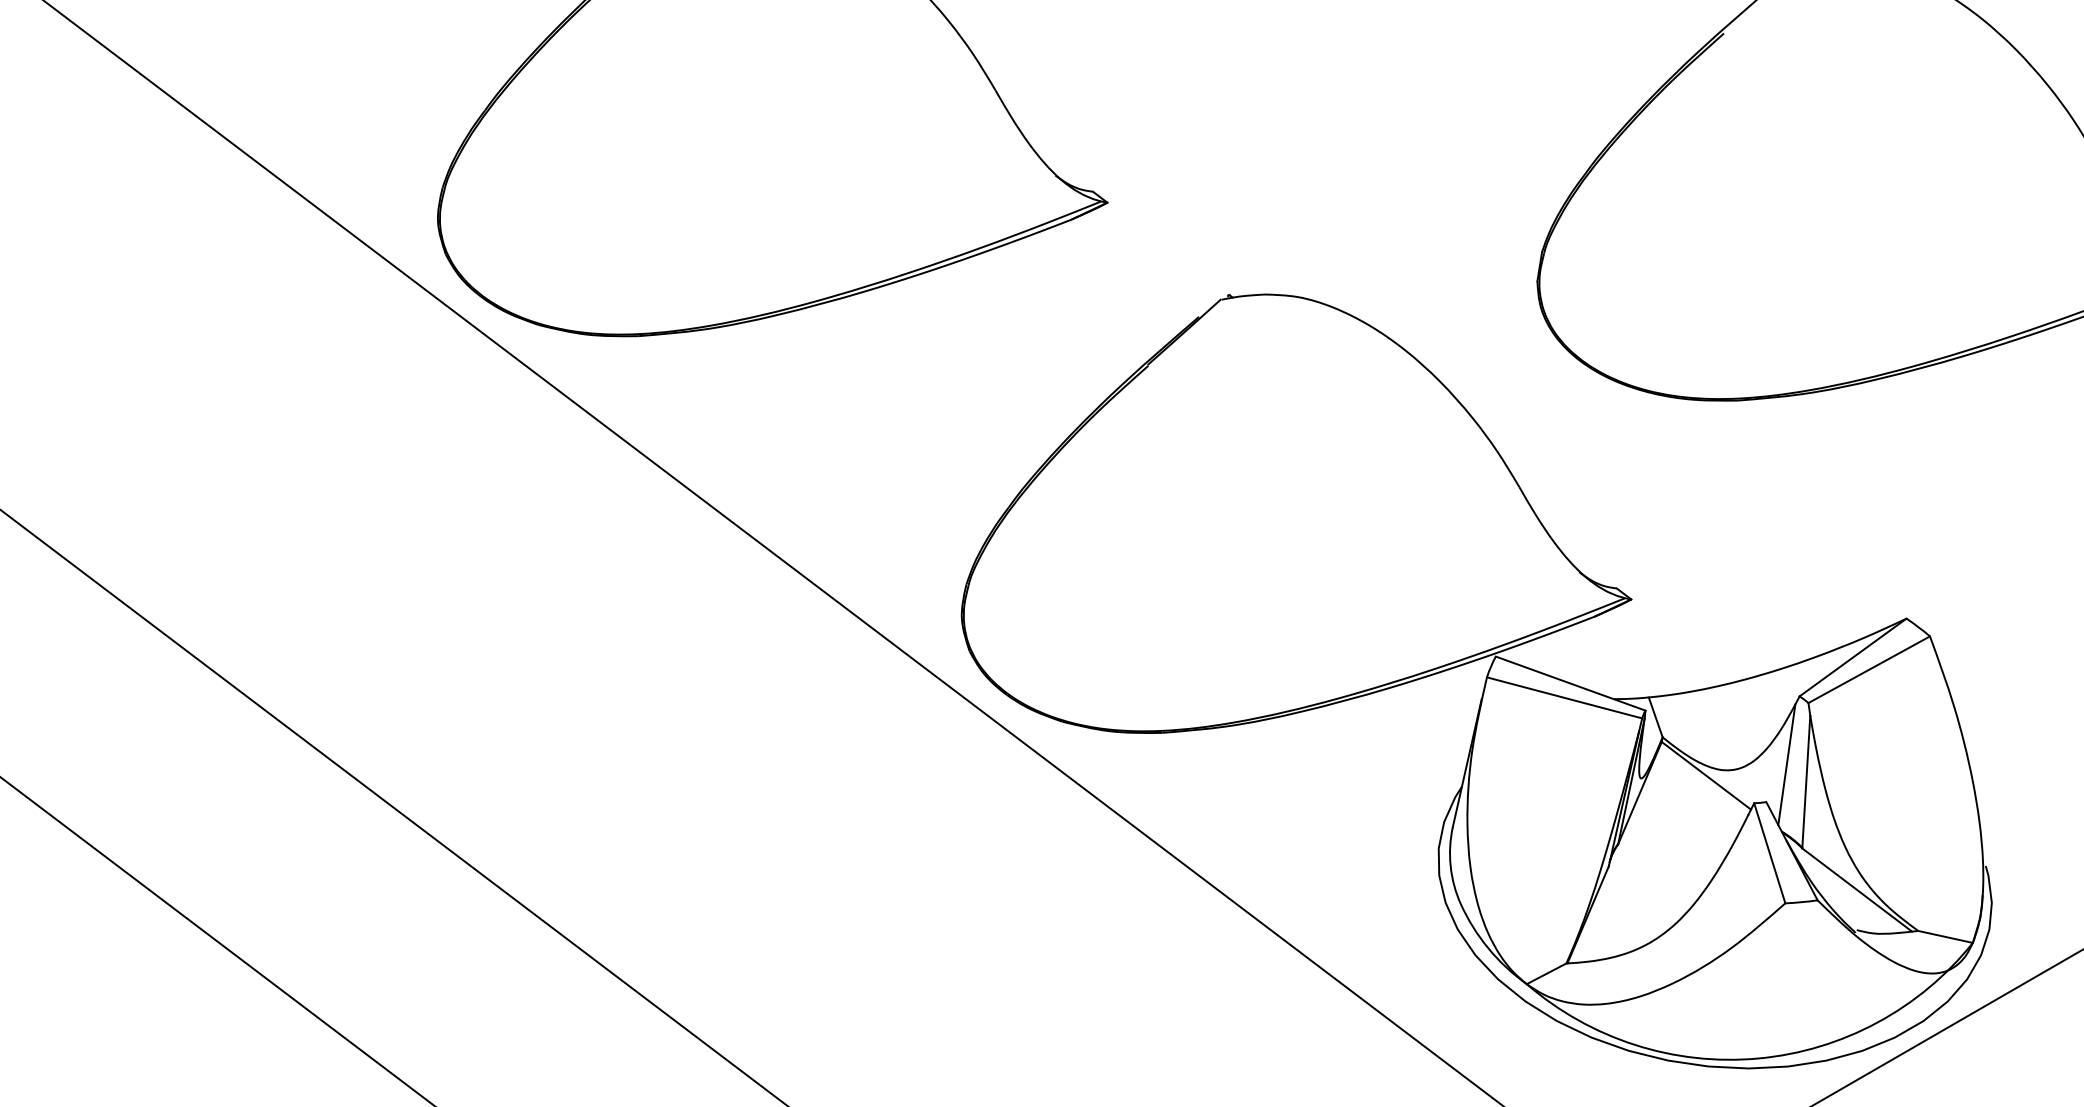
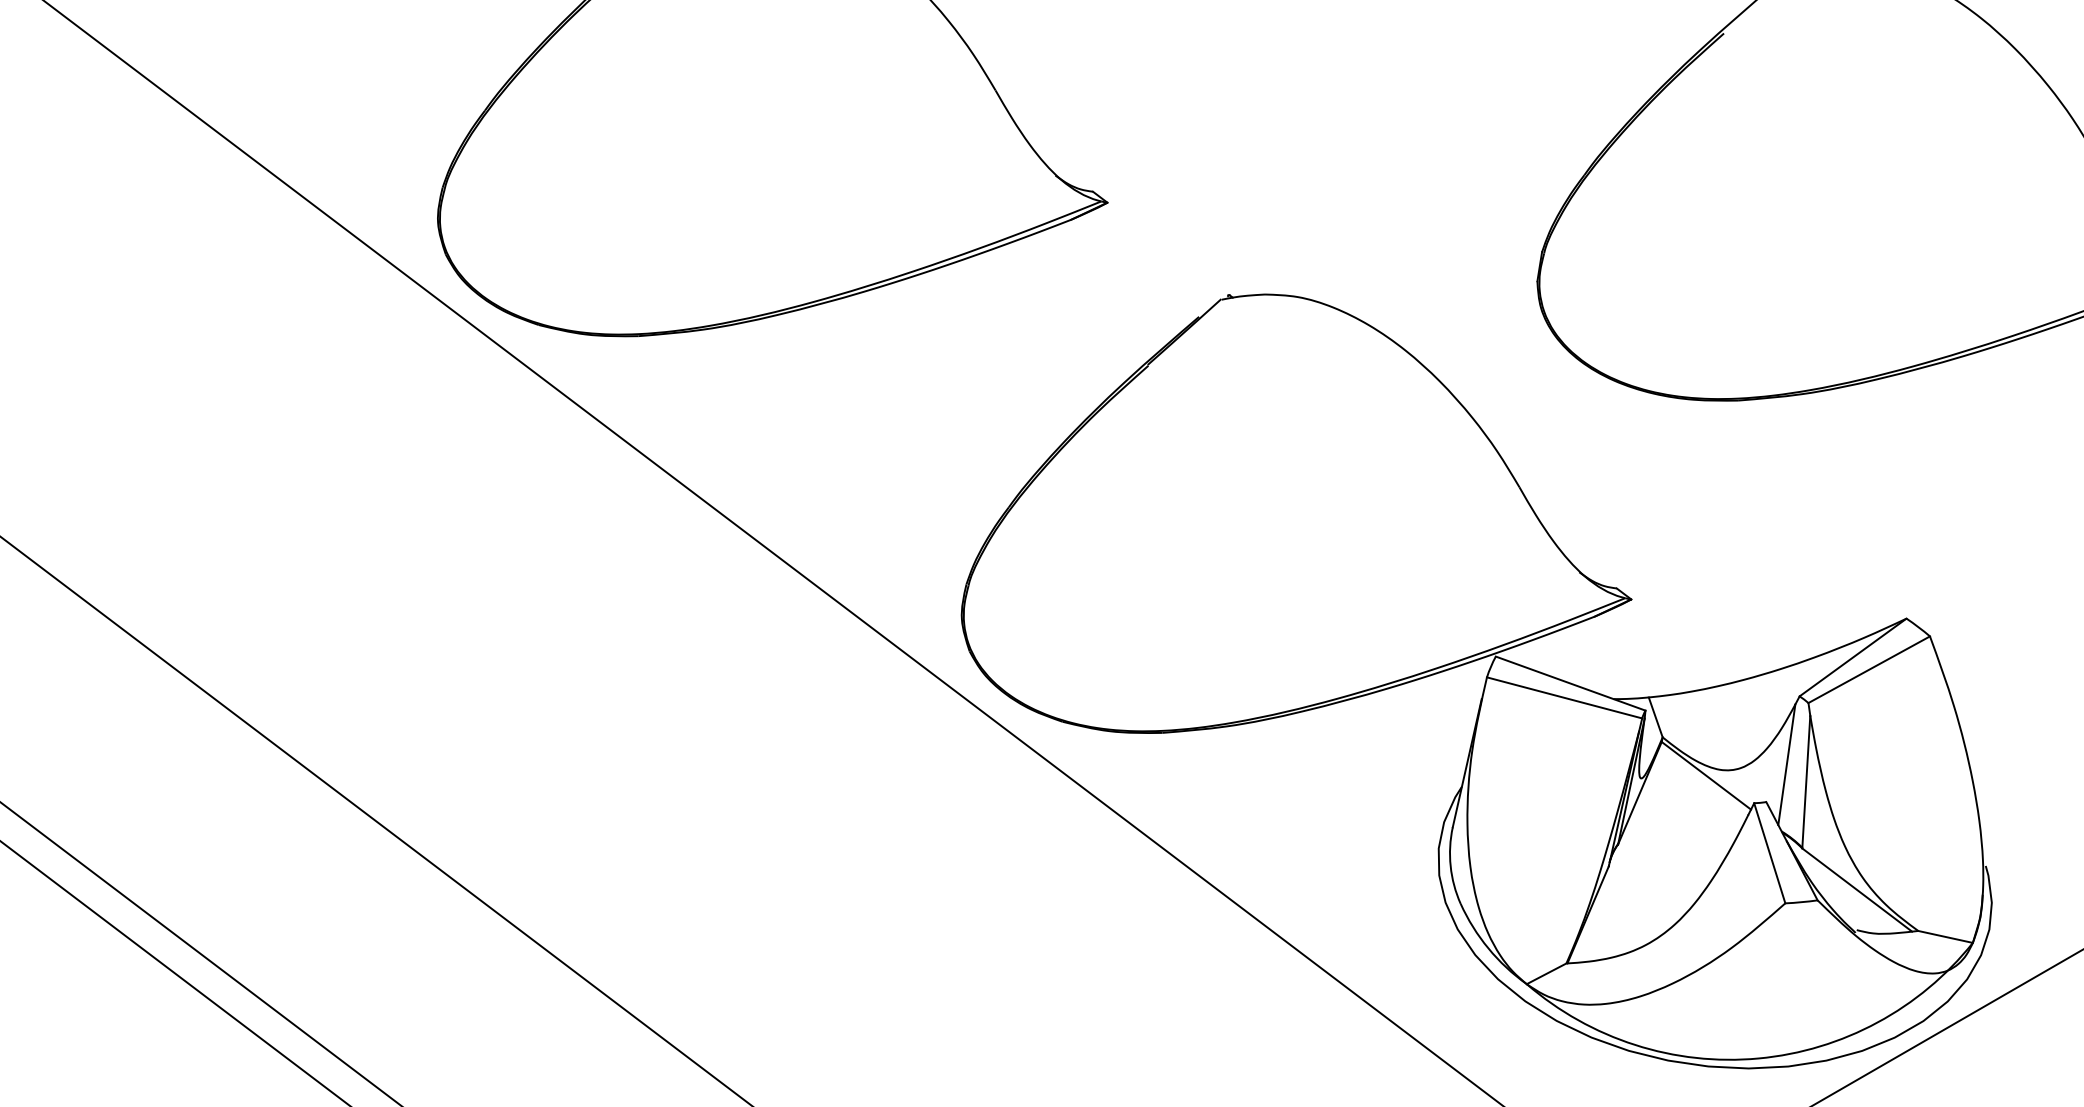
line at (393, 807) position: (393, 807) -> (375, 820)
line at (216, 940) position: (216, 940) -> (200, 953)
line at (174, 972): none -> present
